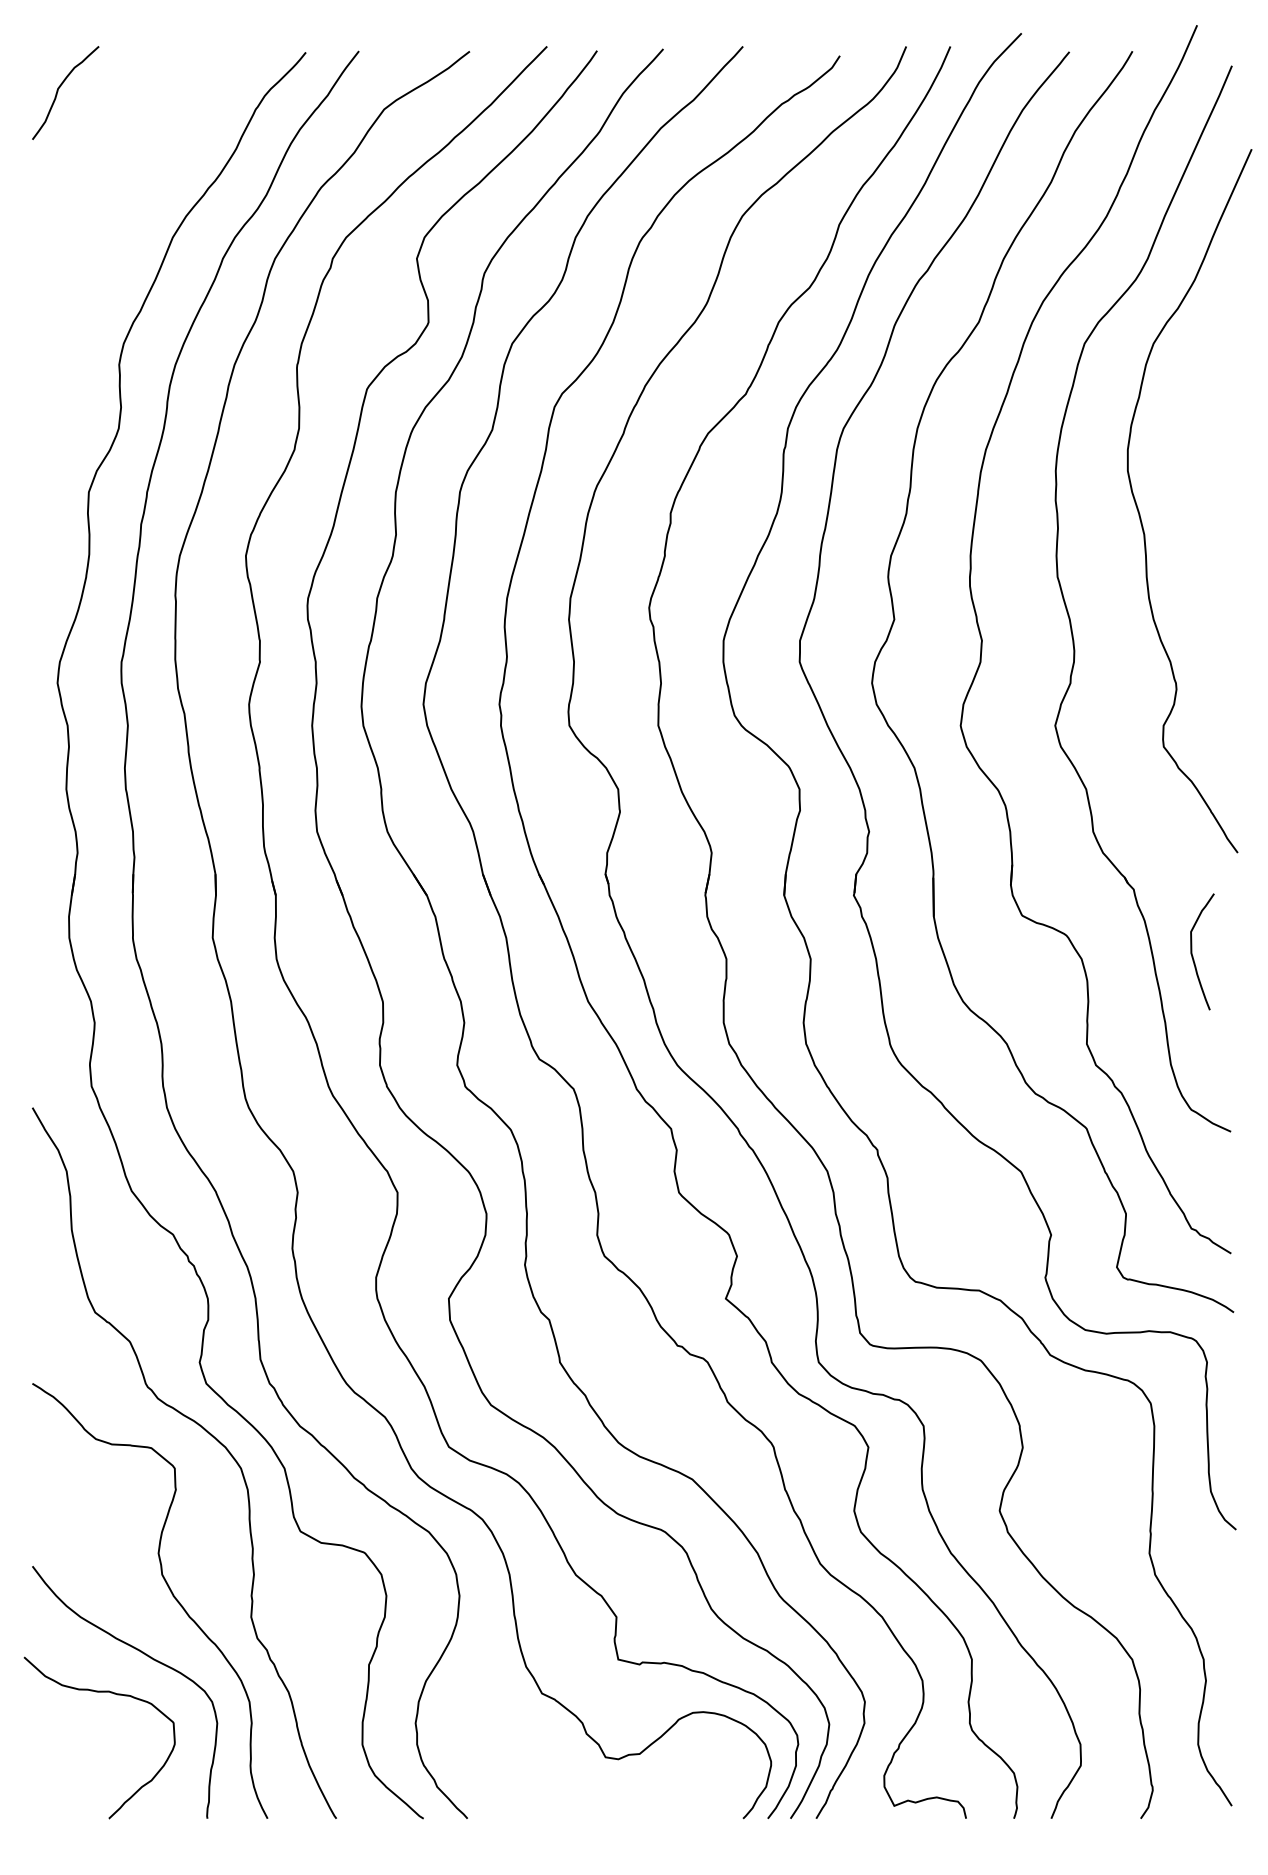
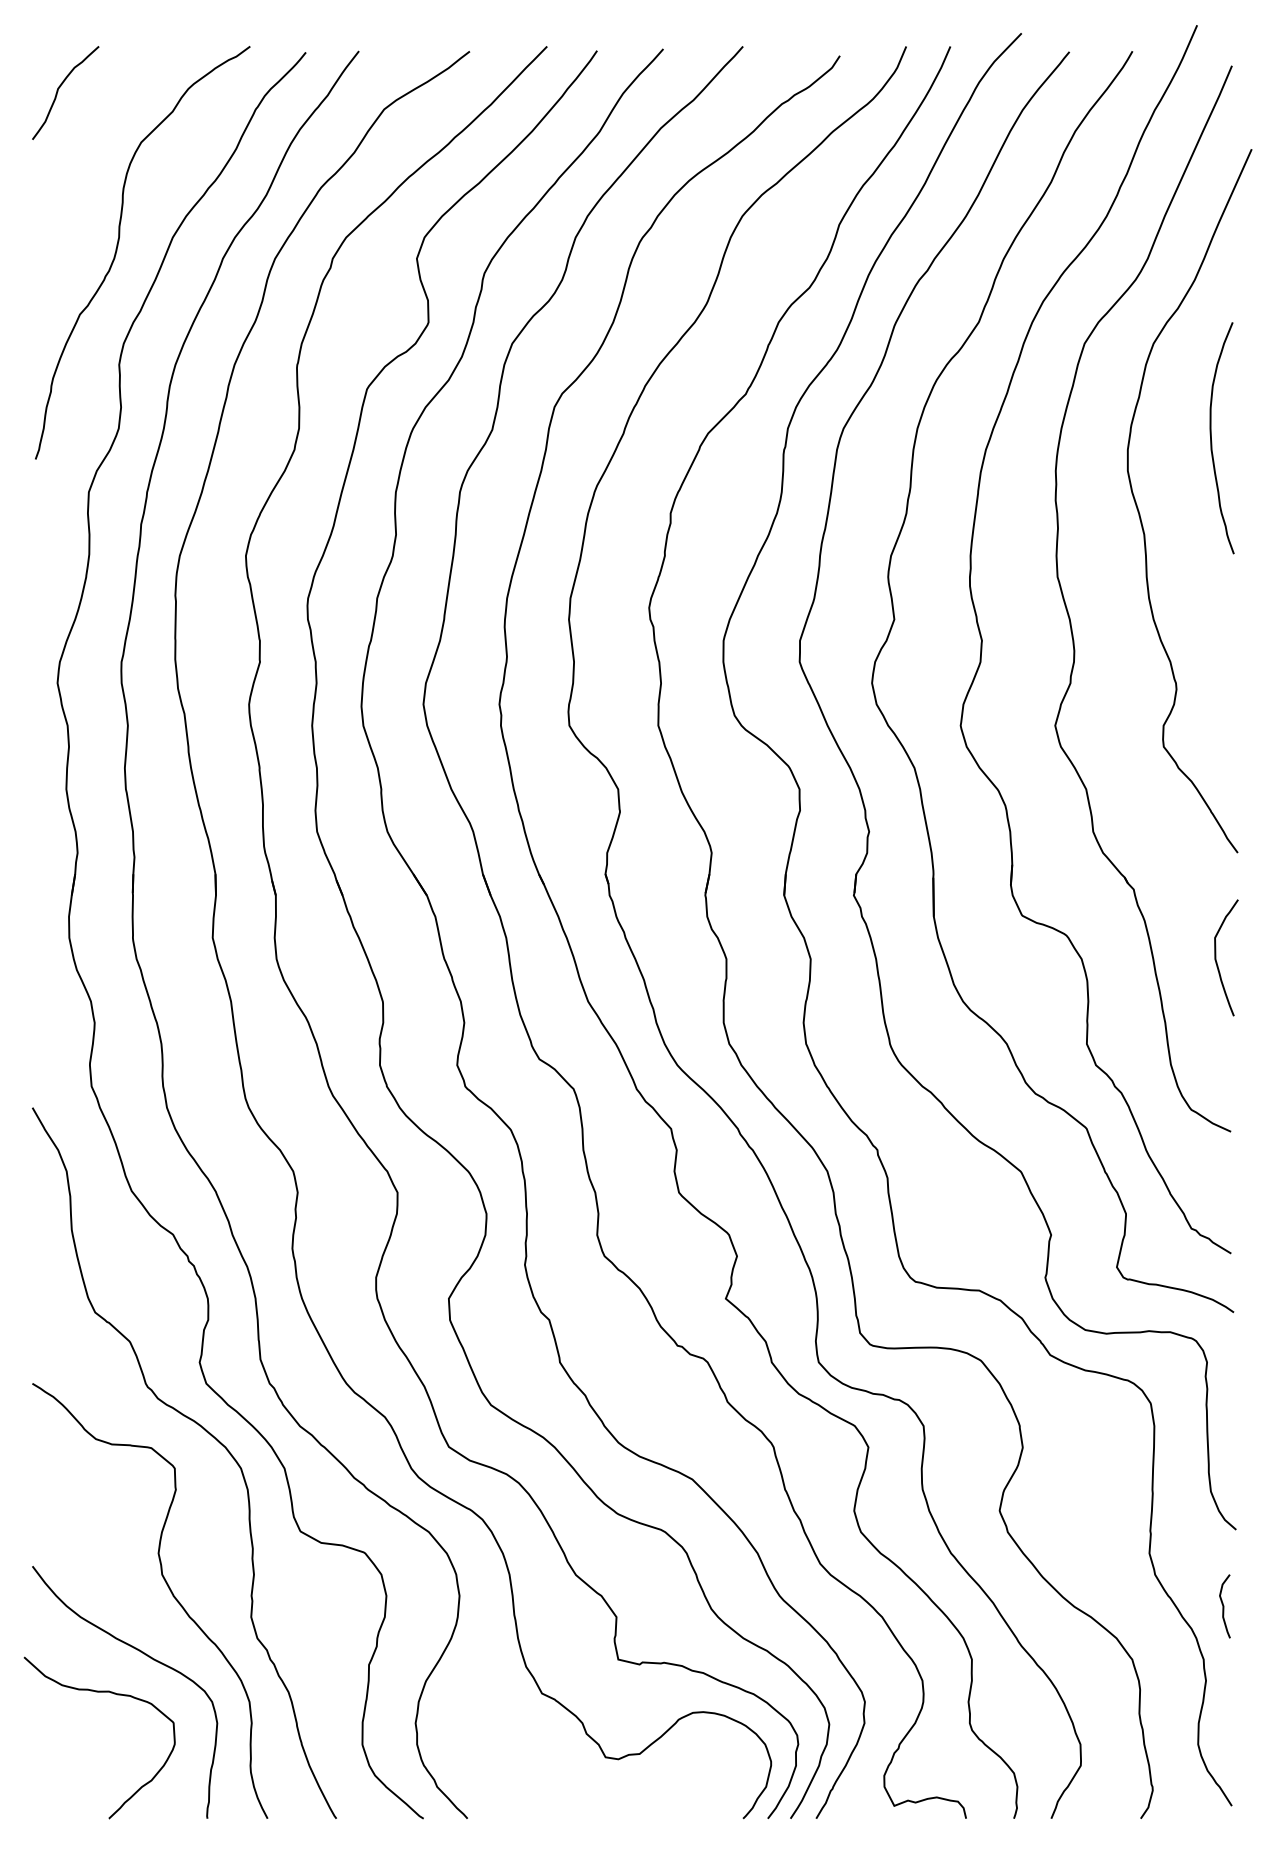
curve at (118, 246): none -> present
curve at (1212, 441): none -> present
curve at (1192, 951) position: (1192, 951) -> (1216, 957)
curve at (1224, 1606): none -> present
